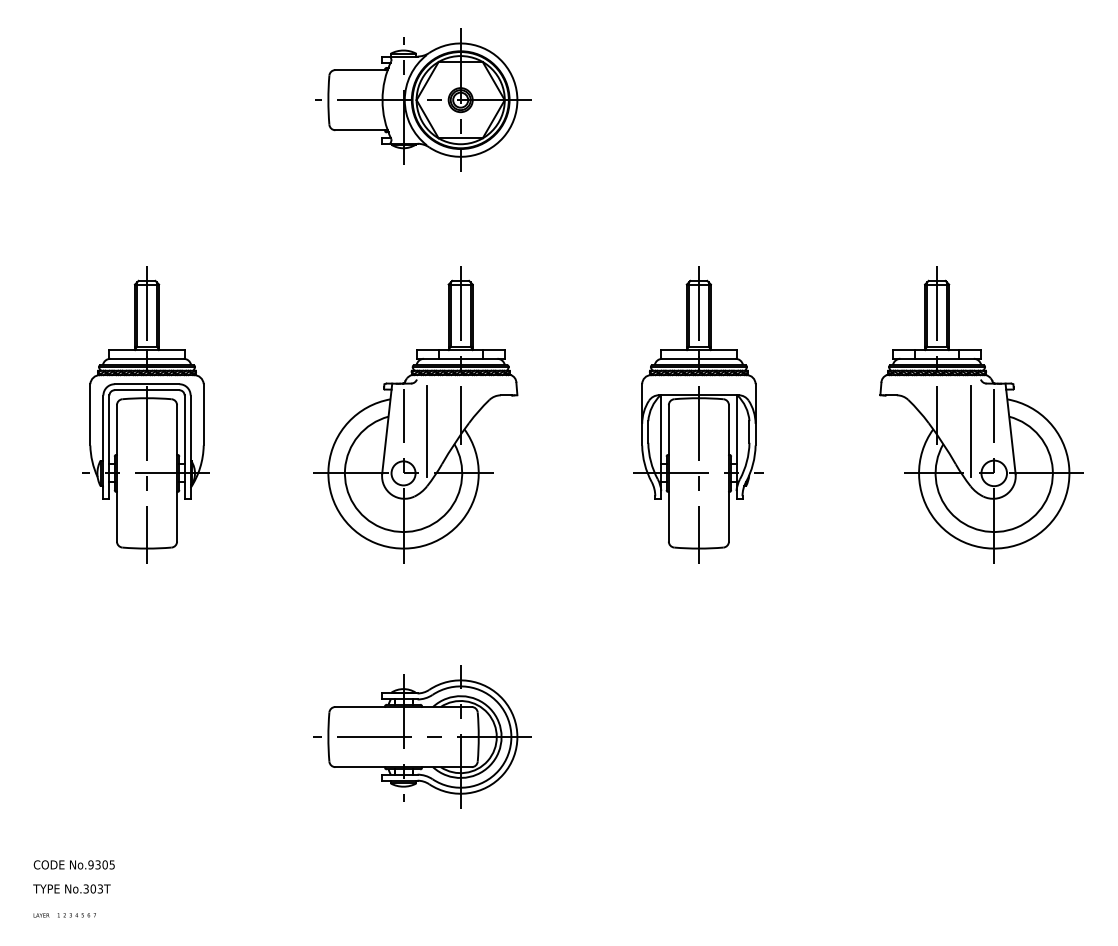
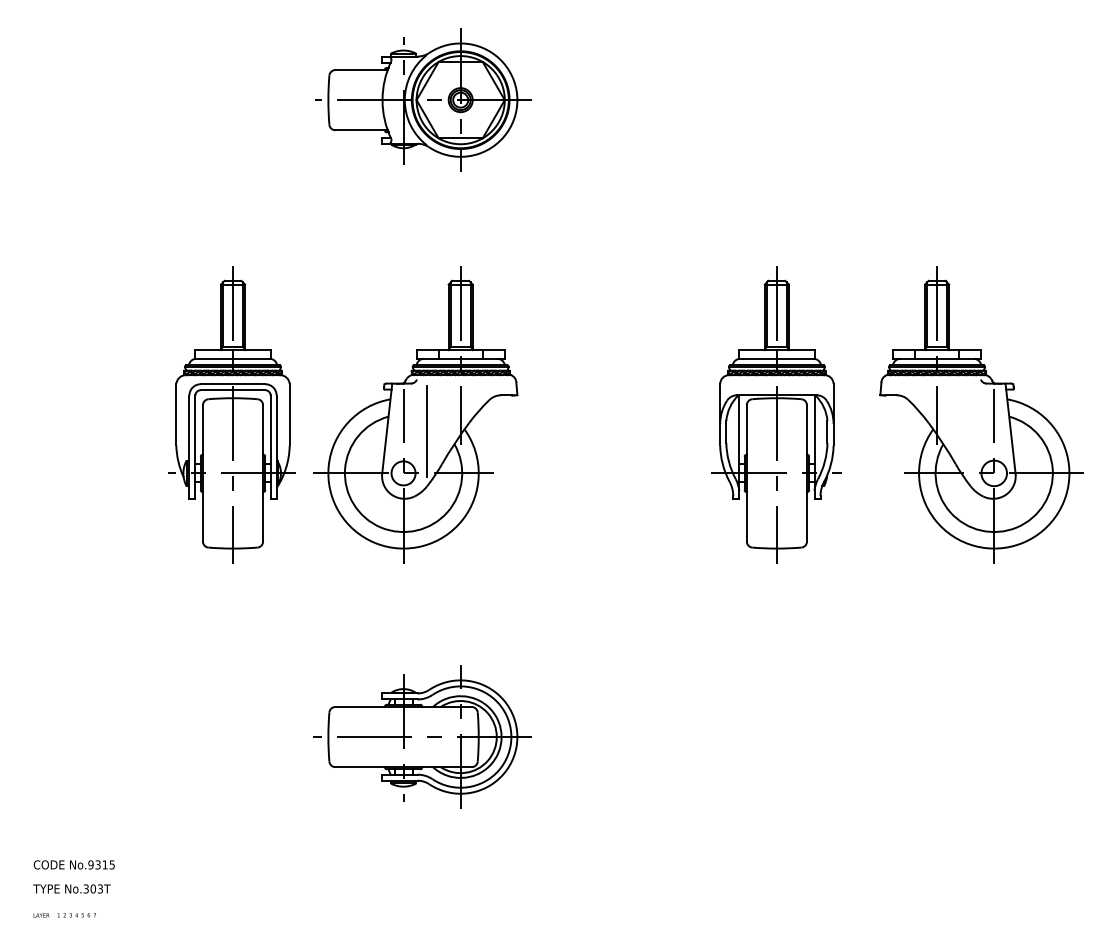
part at (145, 414) position: (145, 414) -> (231, 414)
part at (698, 414) position: (698, 414) -> (776, 414)
line at (970, 431): present -> none
text at (104, 864): No.9305 -> No.9315
